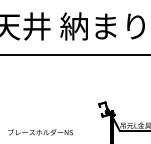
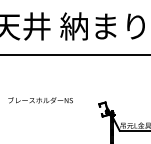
text at (40, 132) position: (40, 132) -> (40, 100)
